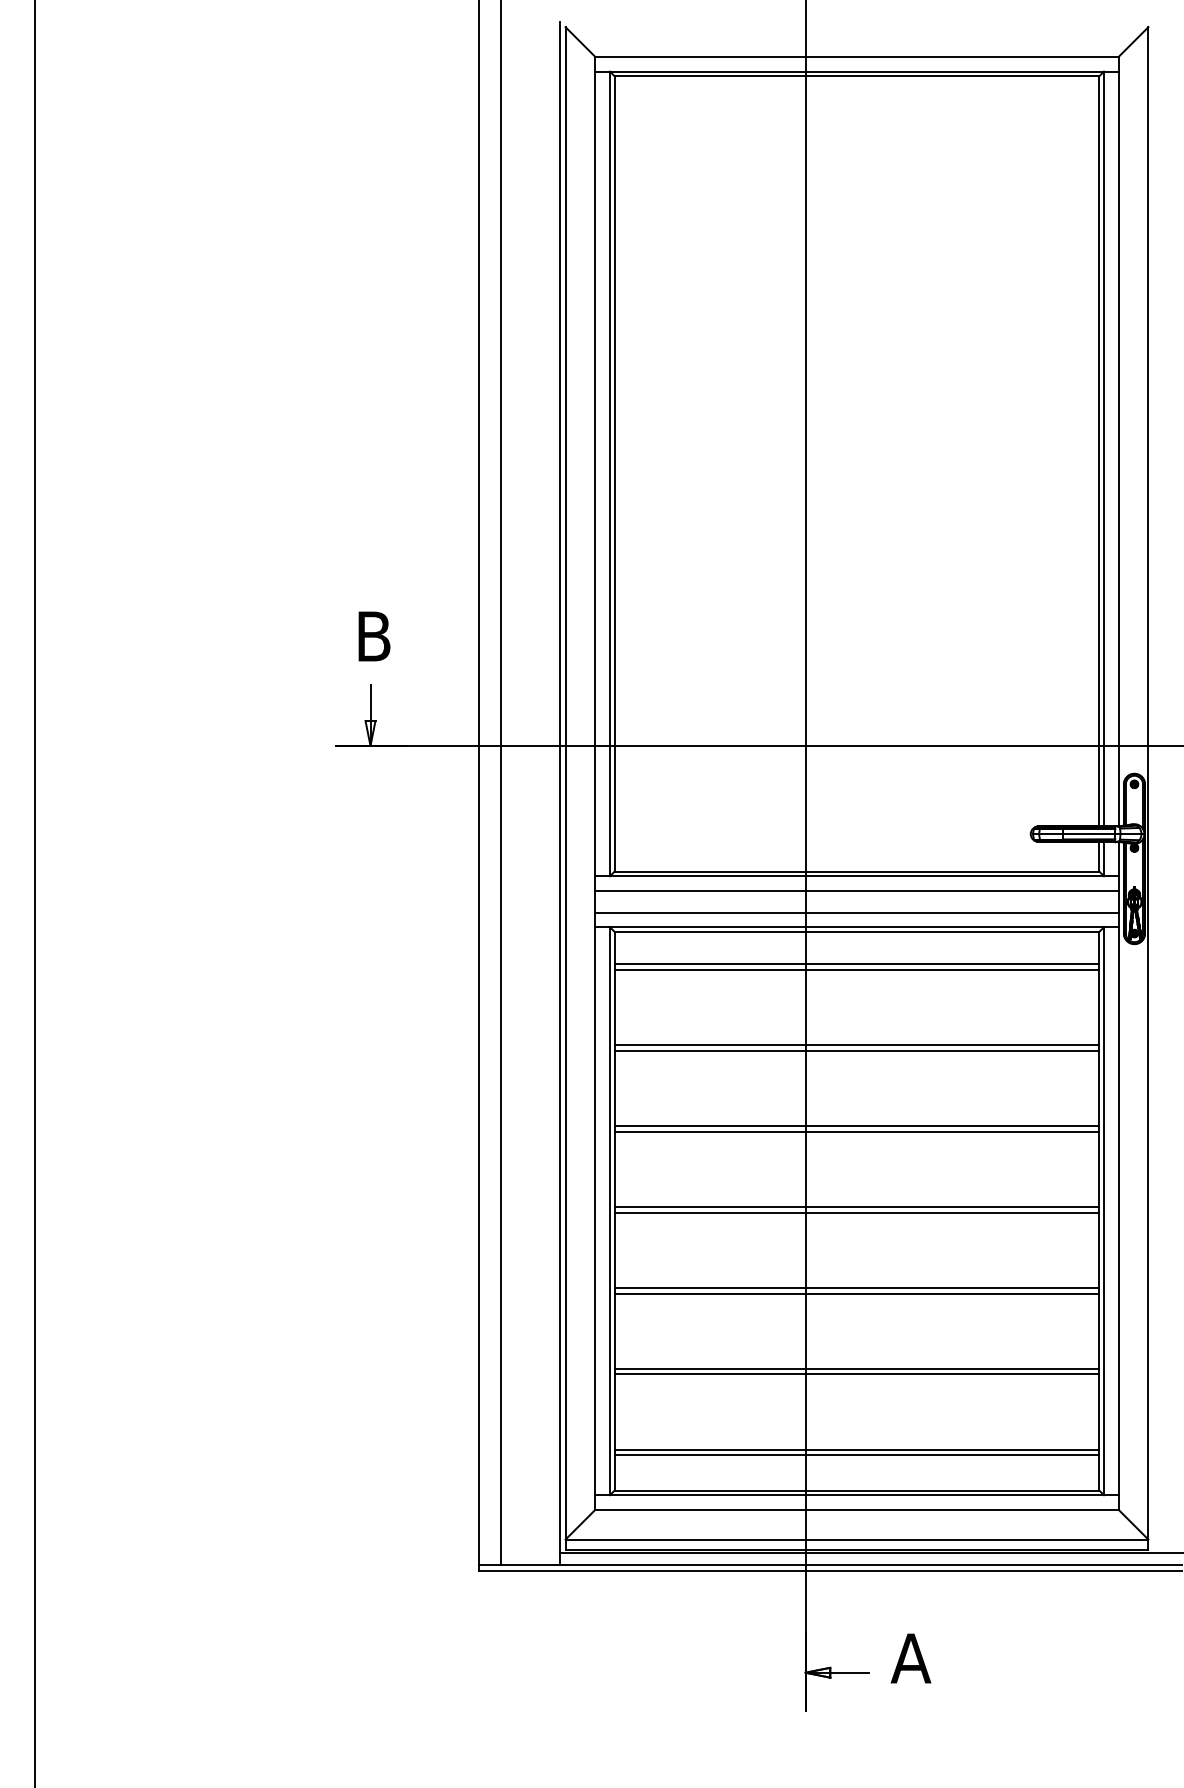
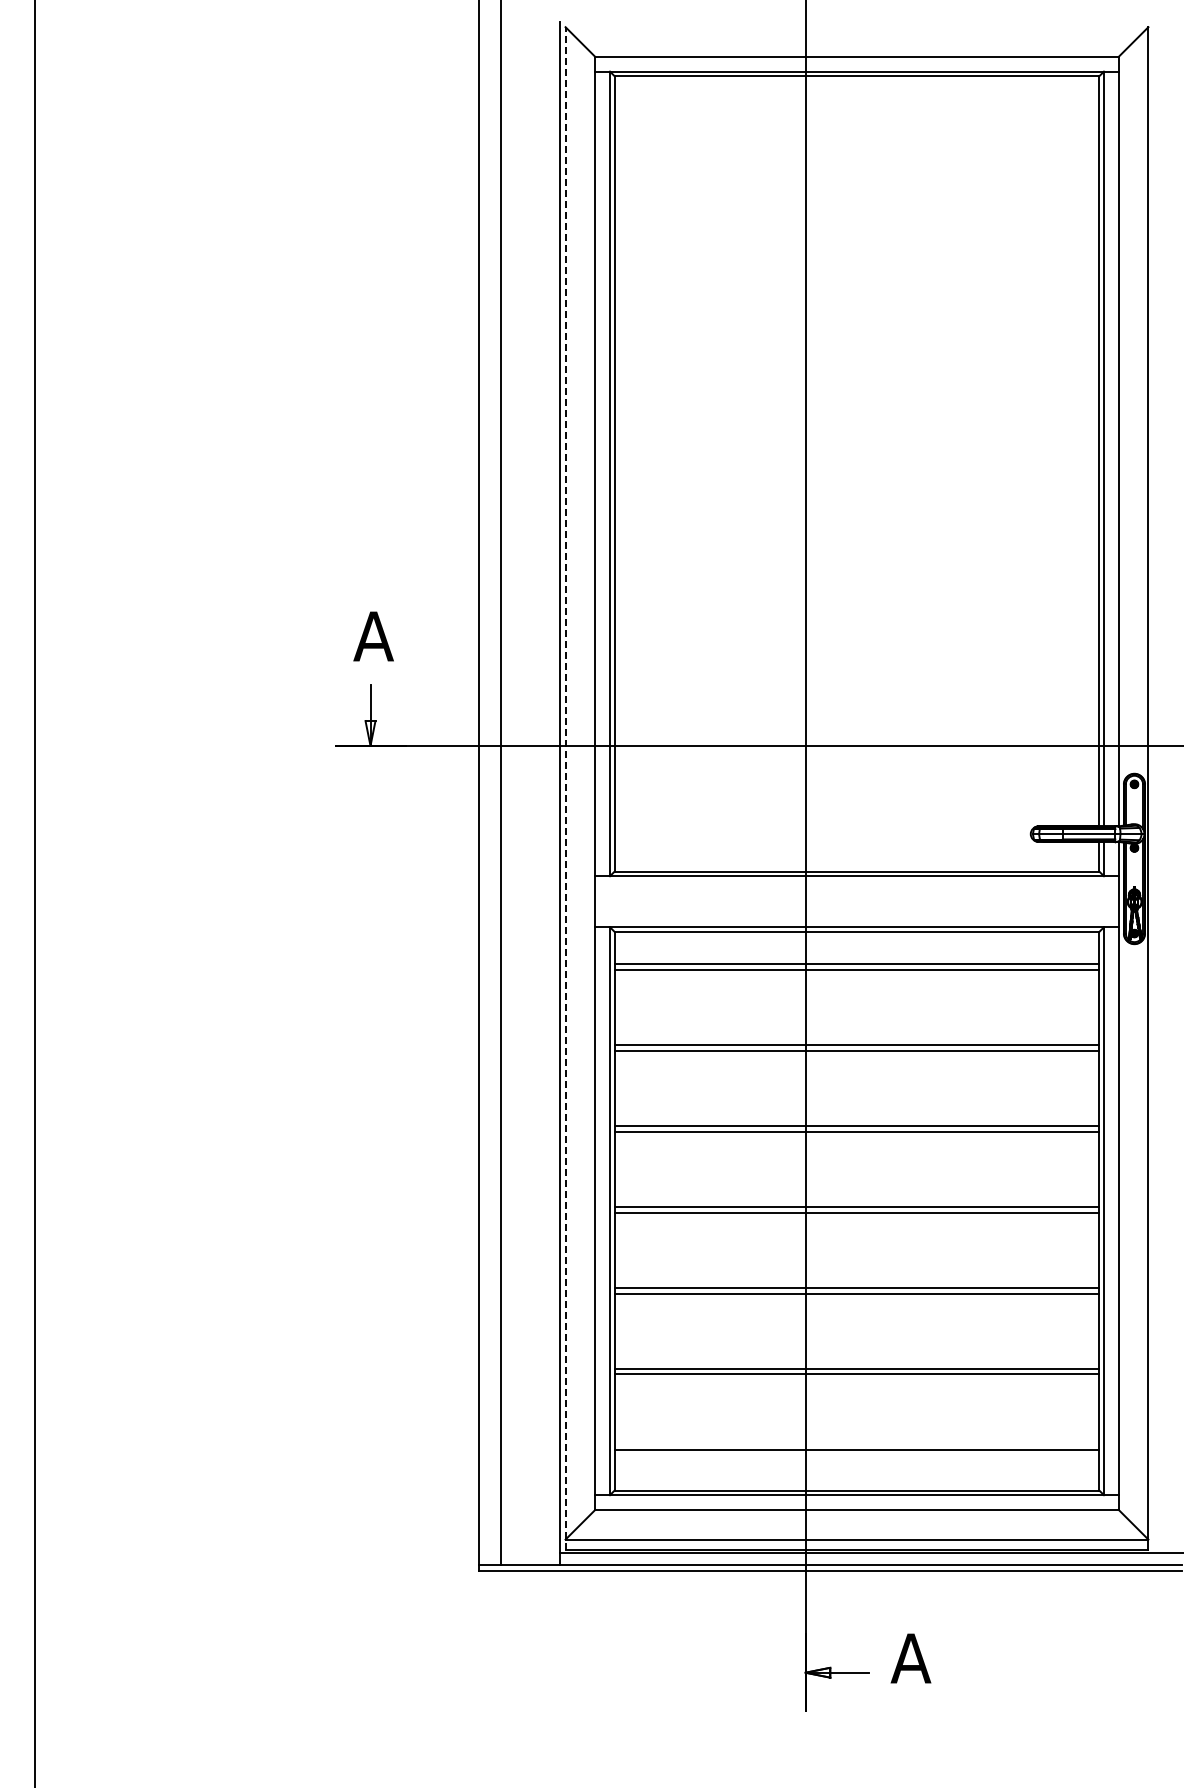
text at (373, 636): B -> A
line at (565, 788): solid -> dashed
line at (856, 890): present -> none
line at (856, 912): present -> none
line at (856, 1455): present -> none
